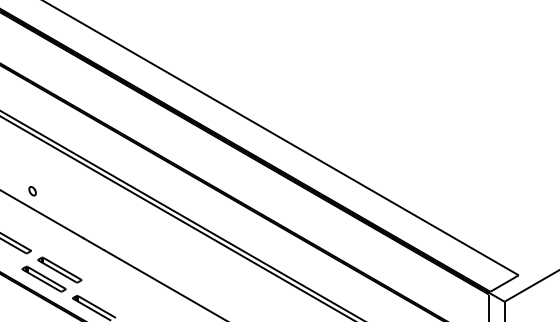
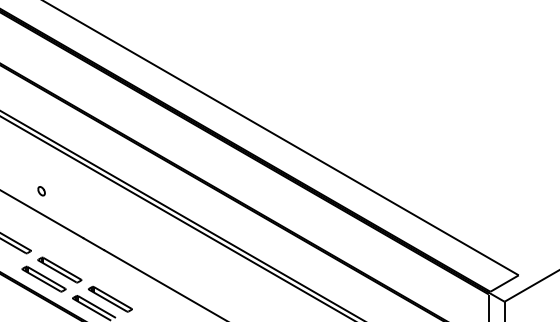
part at (32, 191) position: (32, 191) -> (41, 191)
part at (110, 298): none -> present
